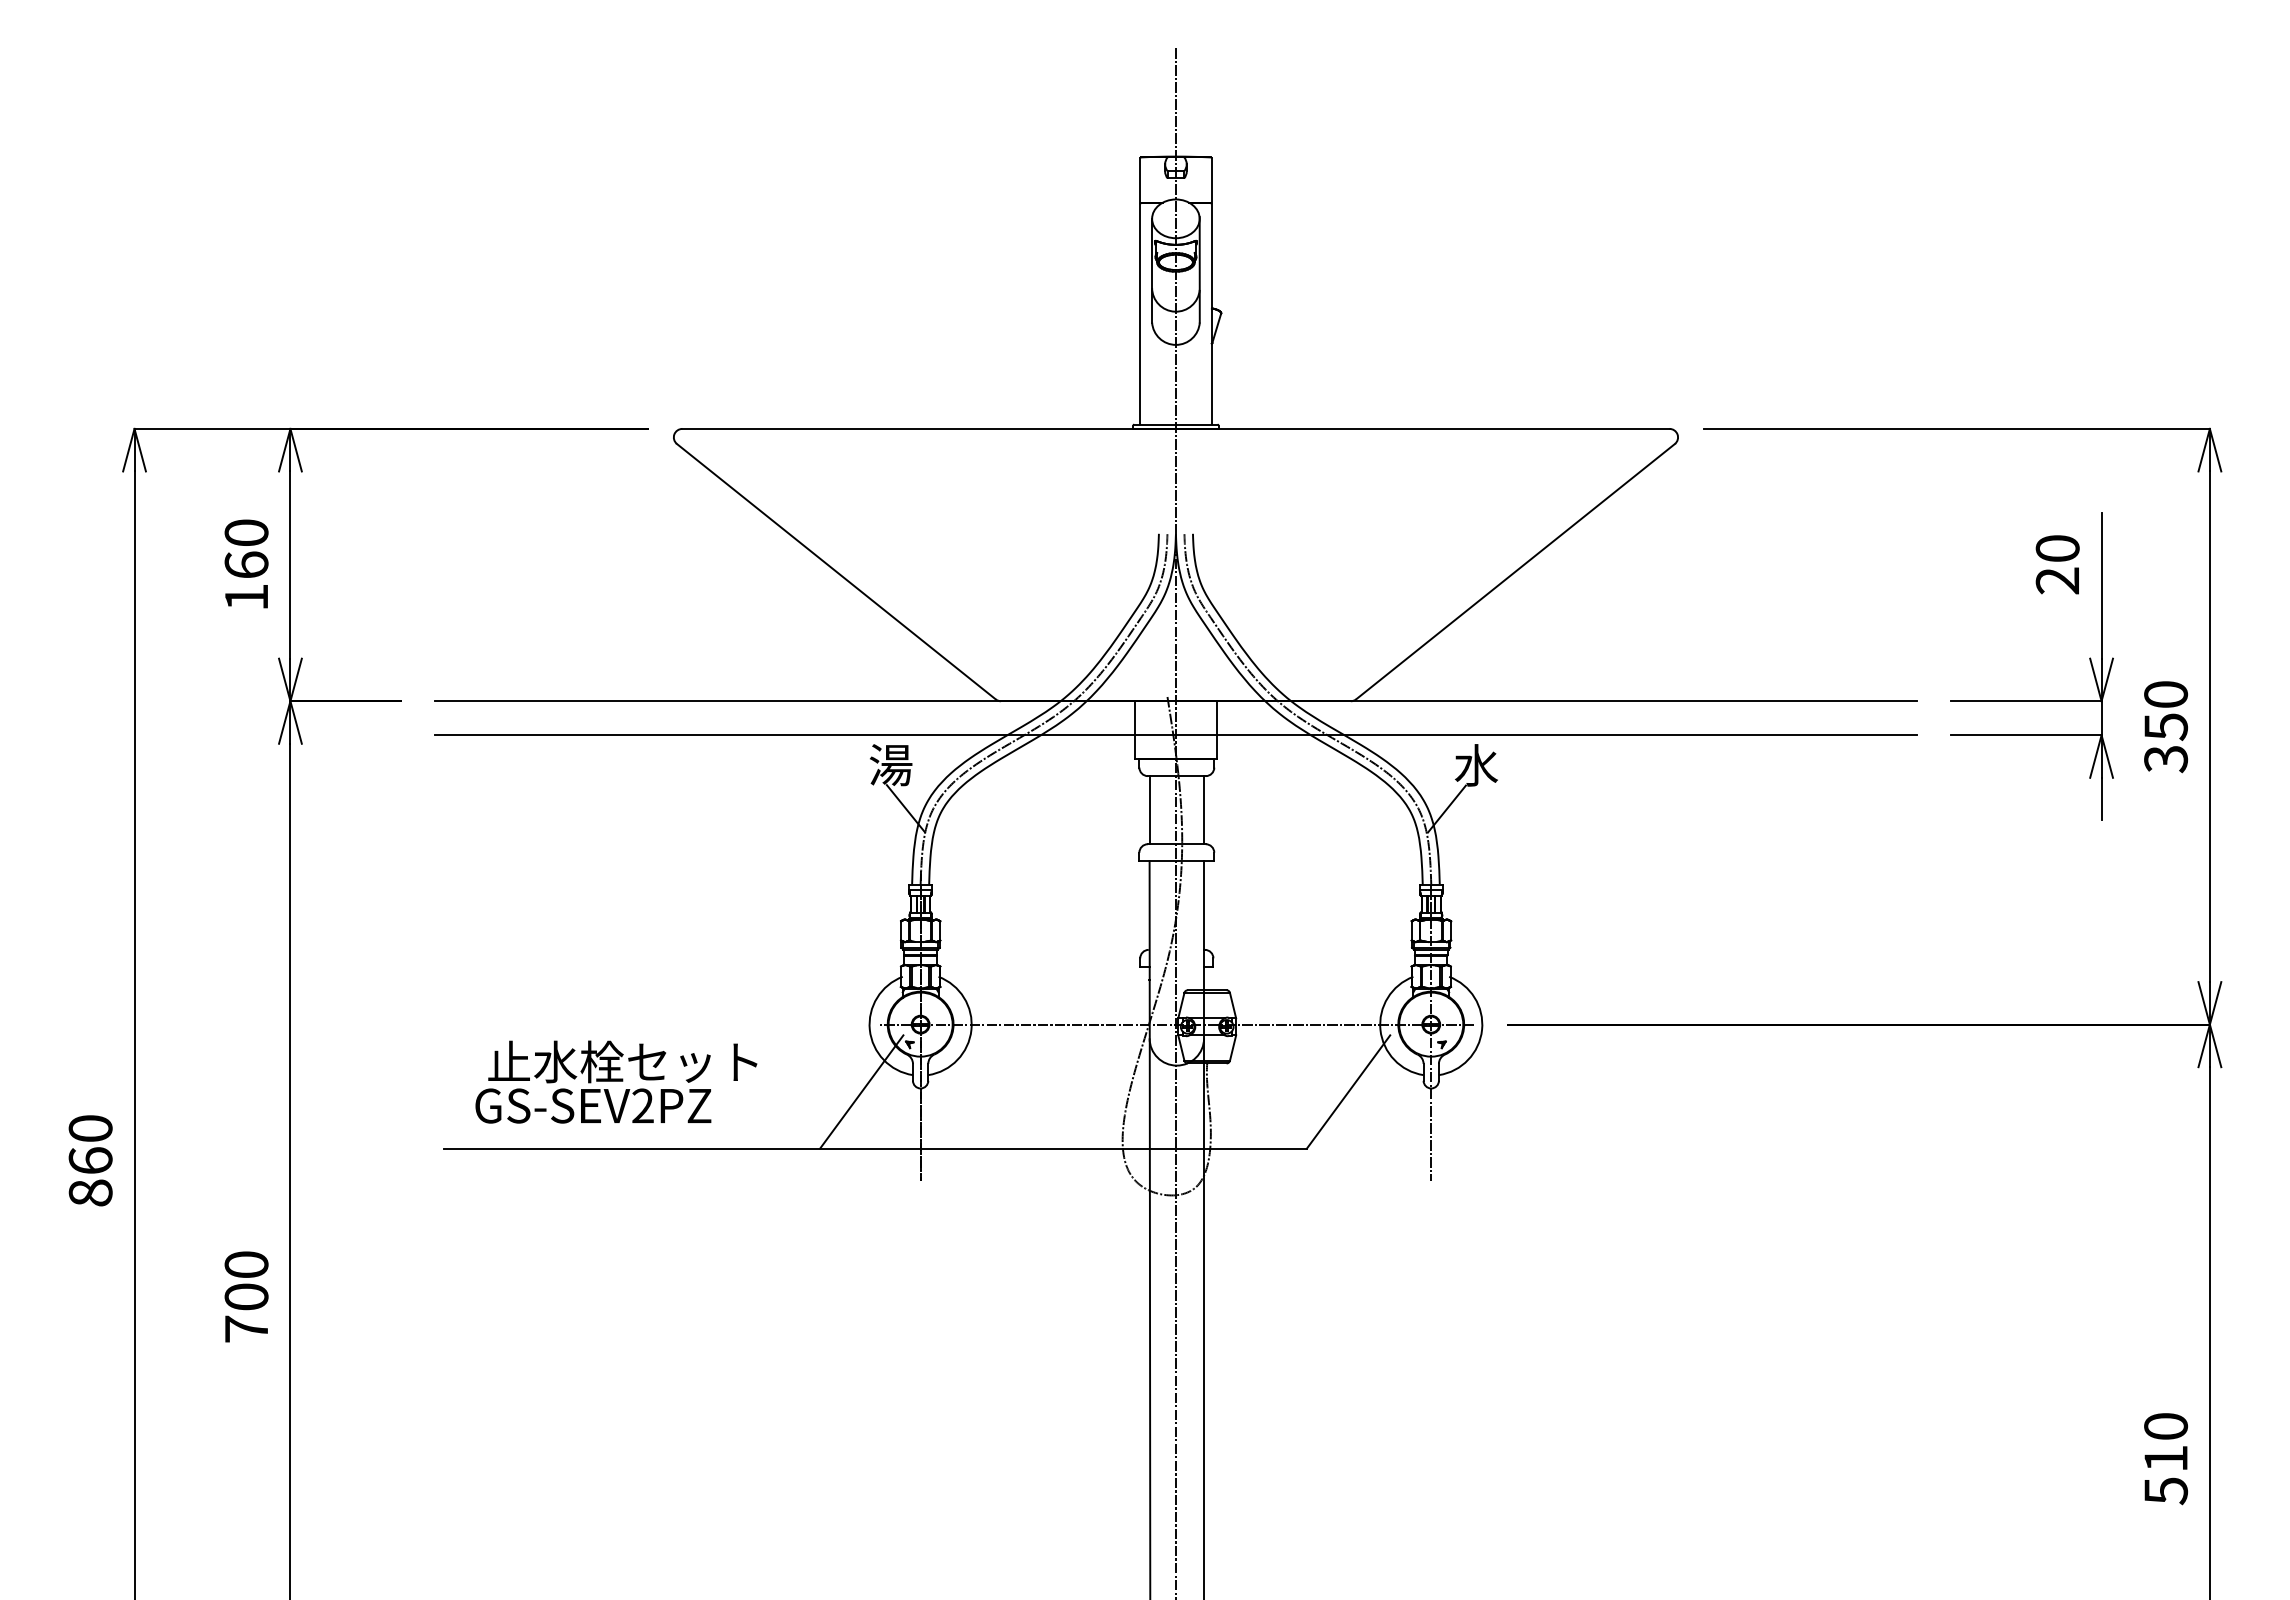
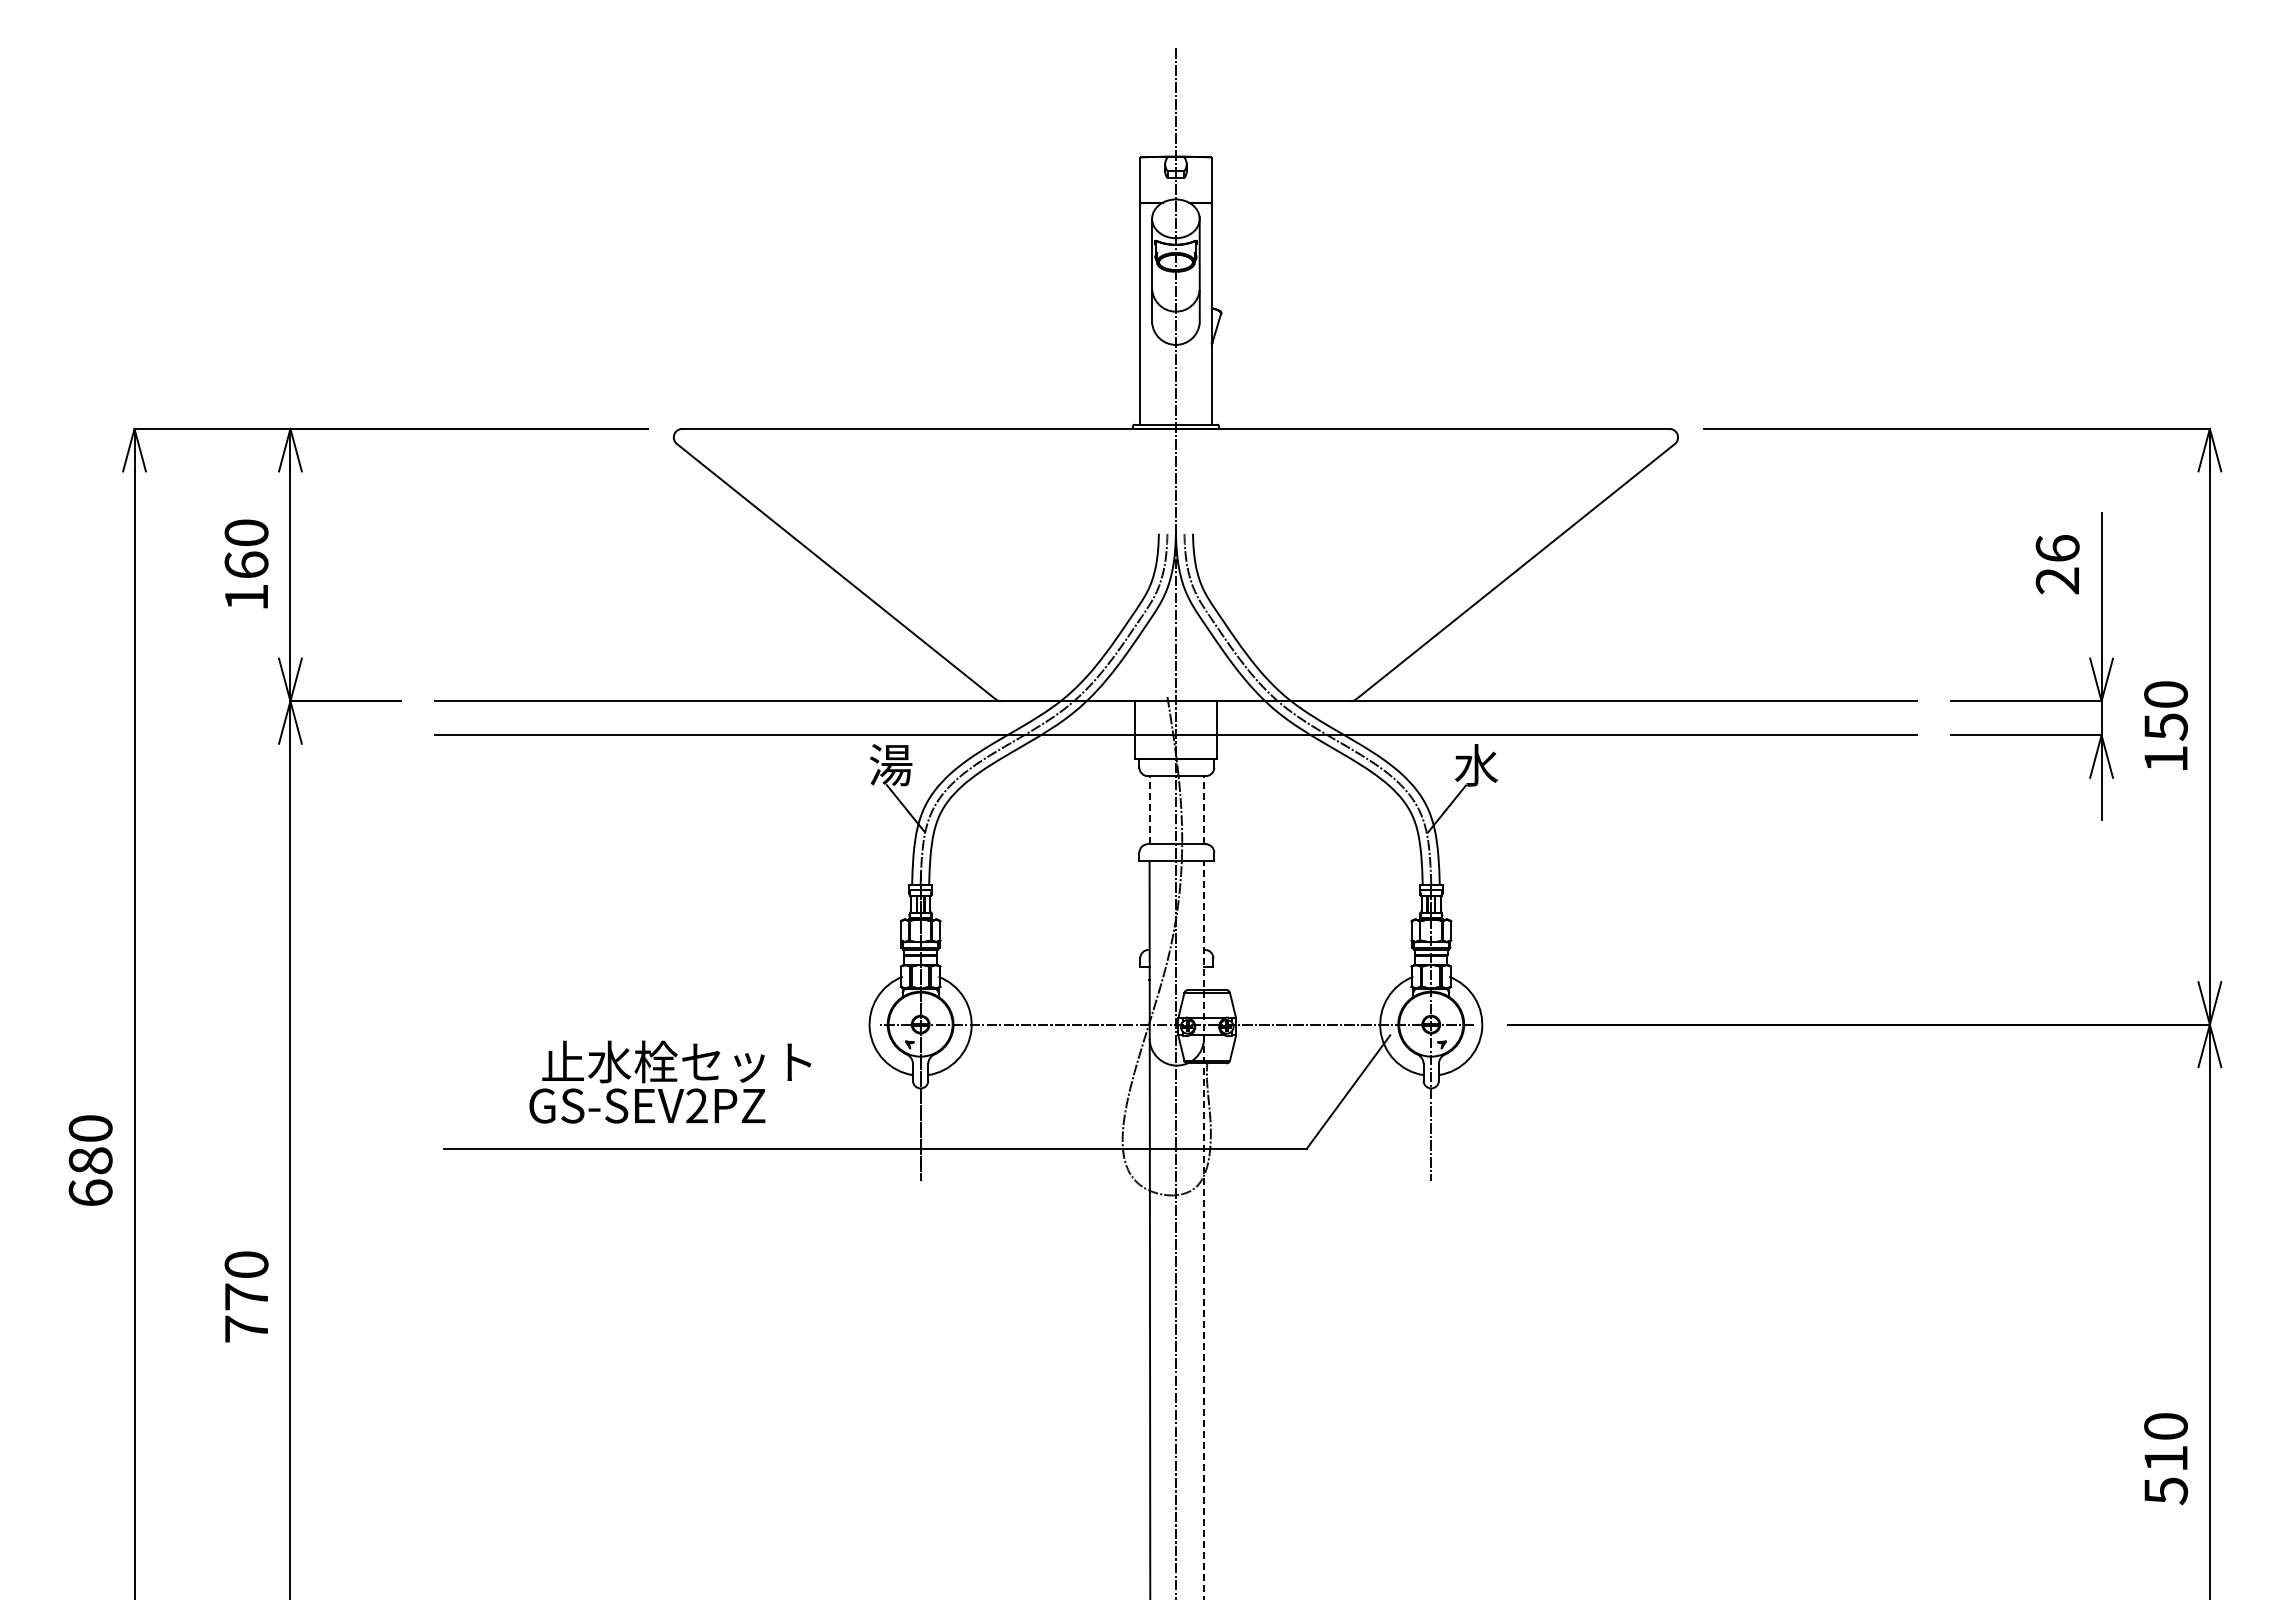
text at (2057, 548): 20 -> 26
text at (2166, 759): 350 -> 150
line at (1149, 809): solid -> dashed
line at (1204, 809): solid -> dashed
text at (616, 1081) position: (616, 1081) -> (670, 1081)
line at (861, 1091): present -> none
text at (90, 1176): 860 -> 680
line at (1204, 1230): solid -> dashed
text at (246, 1296): 700 -> 770
